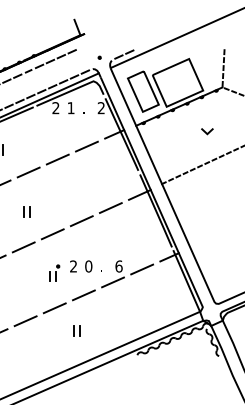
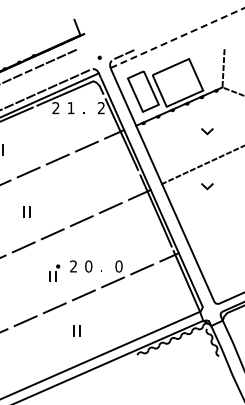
line at (178, 37): solid -> dashed
line at (208, 186): none -> present
text at (118, 266): 6 -> 0
